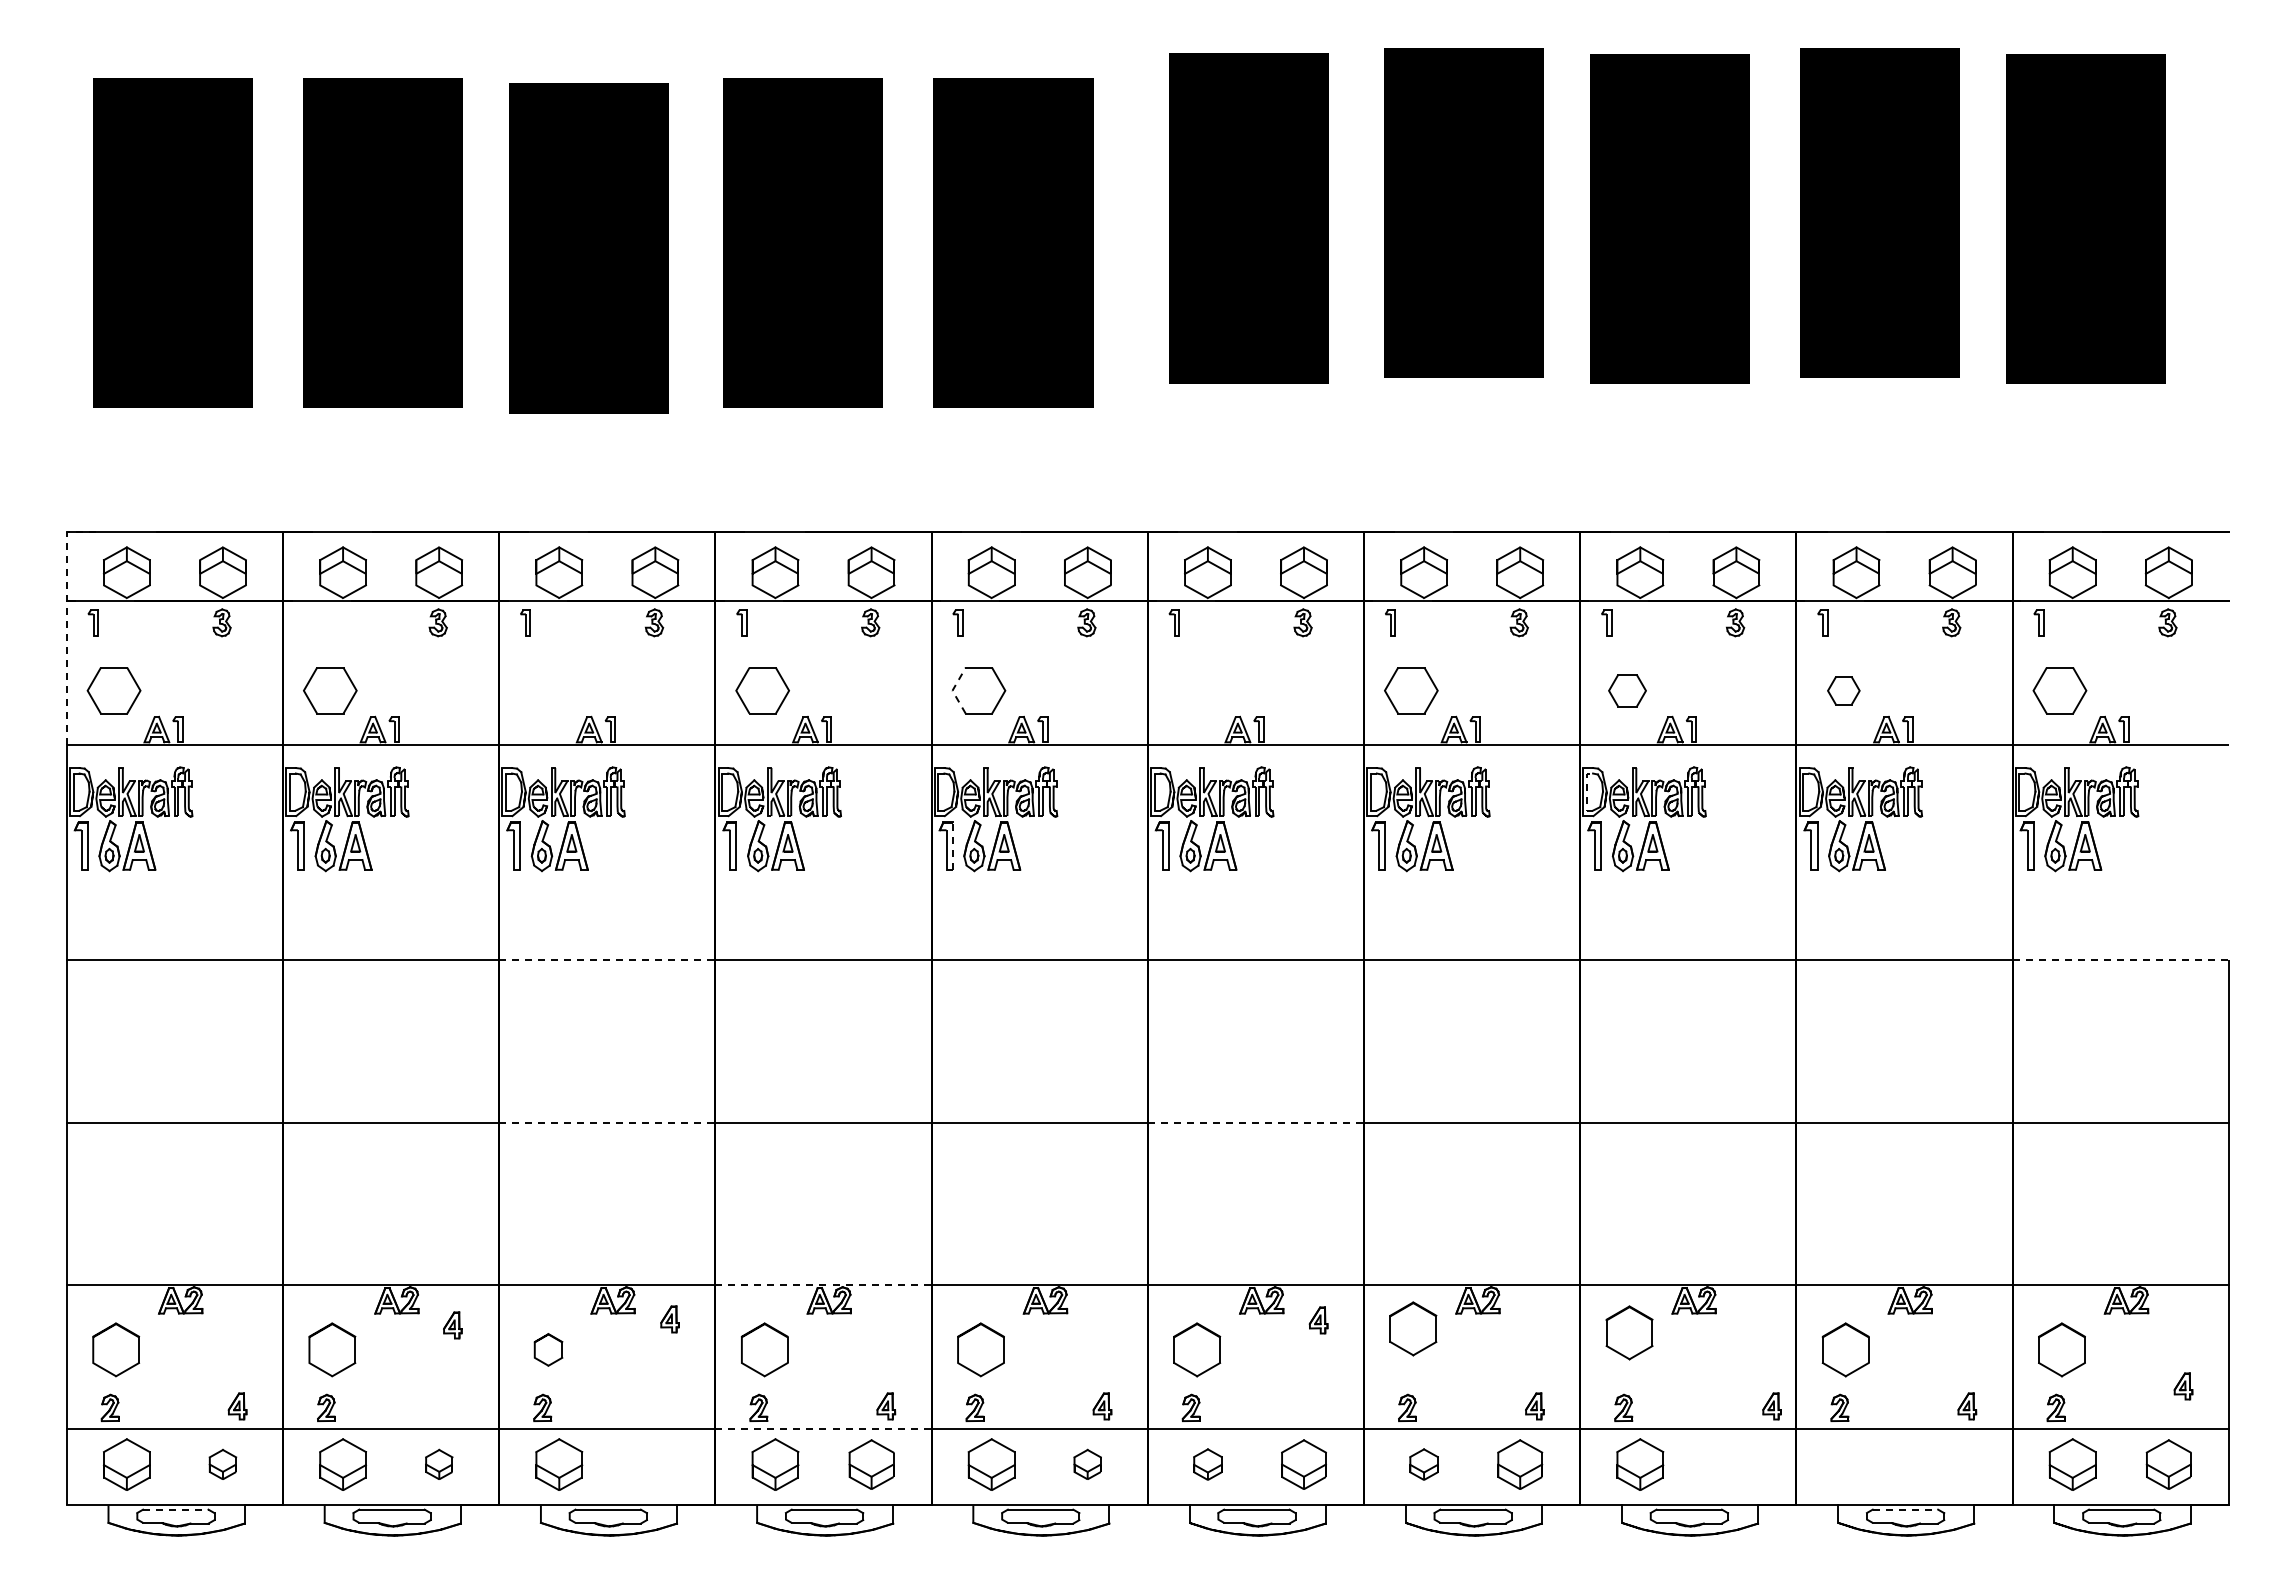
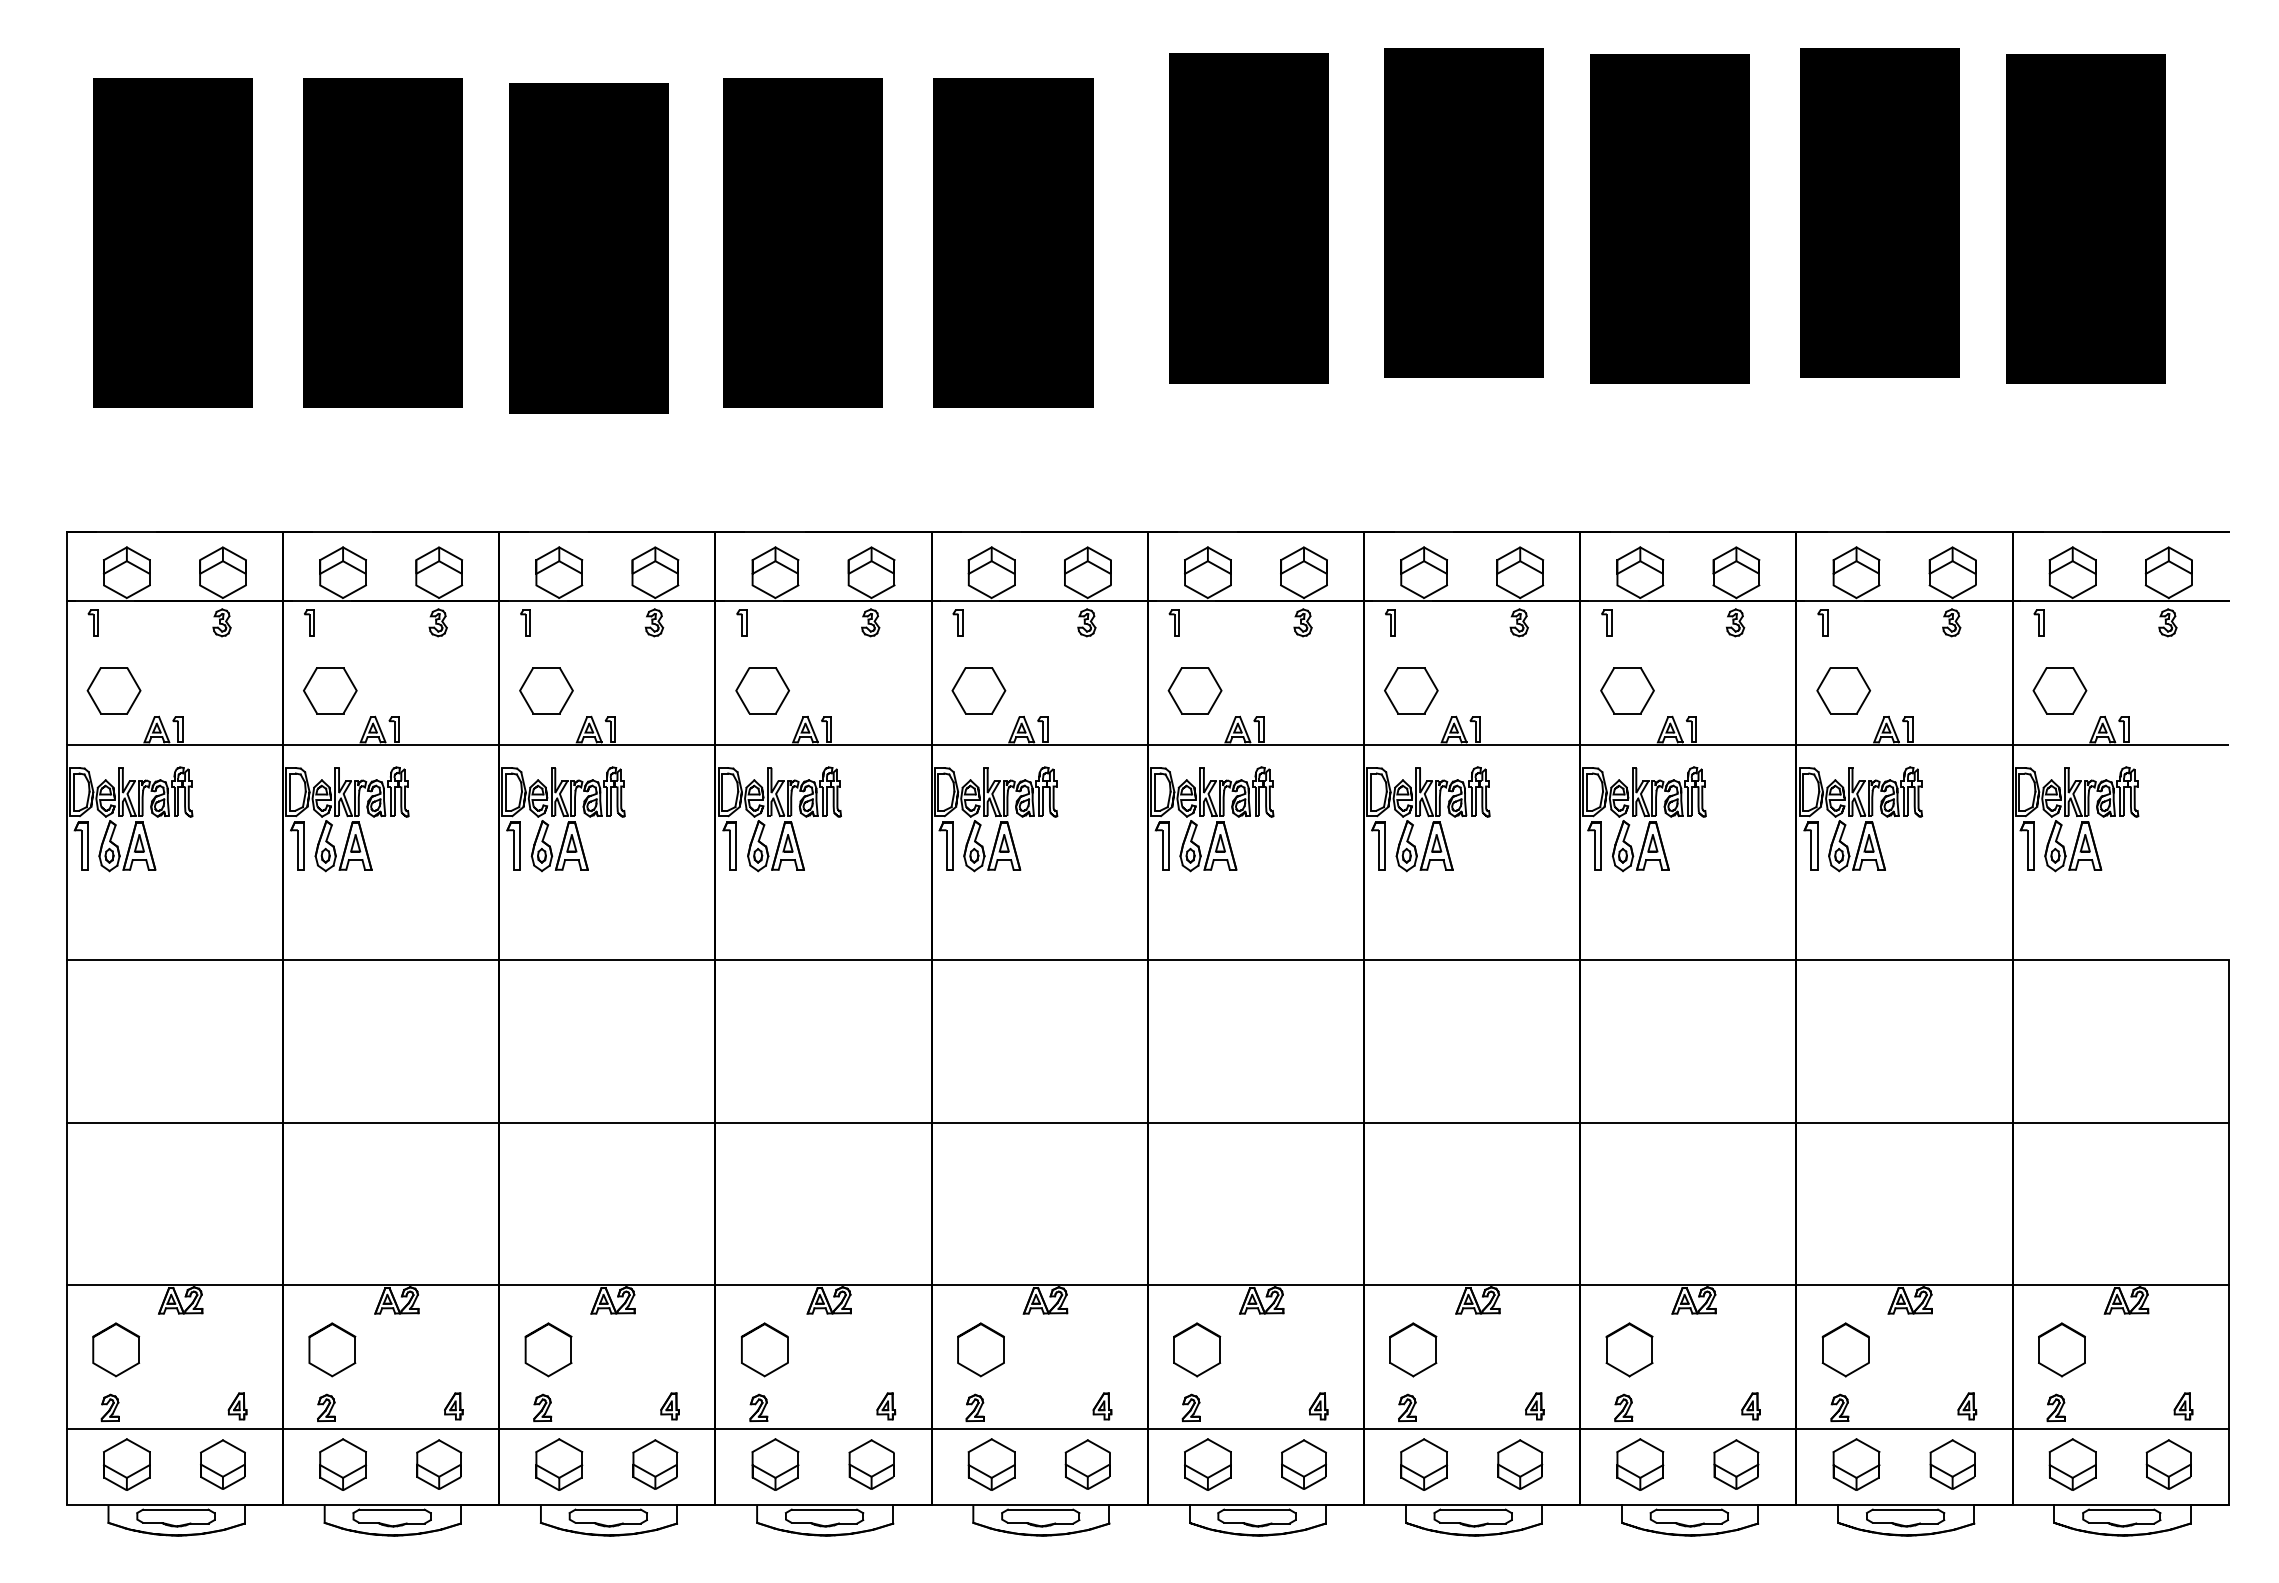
line at (66, 622): dashed -> solid
part at (309, 622): none -> present
part at (546, 690): none -> present
line at (952, 690): dashed -> solid
part at (1194, 690): none -> present
part at (1627, 690) size: 39x34 px -> 55x48 px
part at (1843, 690) size: 34x30 px -> 56x48 px
line at (1587, 791): dashed -> solid
line at (952, 846): dashed -> solid
line at (607, 960): dashed -> solid
line at (2121, 960): dashed -> solid
line at (607, 1123): dashed -> solid
line at (1256, 1123): dashed -> solid
line at (824, 1285): dashed -> solid
part at (669, 1319) position: (669, 1319) -> (669, 1406)
part at (1318, 1320) position: (1318, 1320) -> (1318, 1406)
part at (452, 1325) position: (452, 1325) -> (453, 1406)
part at (1413, 1328) position: (1413, 1328) -> (1413, 1349)
part at (1629, 1332) position: (1629, 1332) -> (1629, 1349)
part at (548, 1349) size: 31x34 px -> 49x56 px
part at (2183, 1386) position: (2183, 1386) -> (2183, 1406)
part at (1771, 1406) position: (1771, 1406) -> (1750, 1406)
line at (824, 1429): dashed -> solid
part at (222, 1463) size: 30x32 px -> 46x51 px
part at (439, 1463) size: 29x32 px -> 47x51 px
part at (1087, 1463) size: 29x32 px -> 47x51 px
part at (655, 1464): none -> present
part at (1207, 1464) size: 30x33 px -> 48x53 px
part at (1423, 1464) size: 30x33 px -> 48x53 px
part at (1736, 1464): none -> present
part at (1856, 1464): none -> present
part at (1952, 1464): none -> present
line at (175, 1509): dashed -> solid
line at (1905, 1509): dashed -> solid
